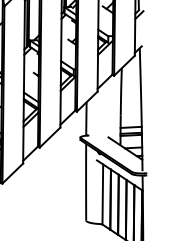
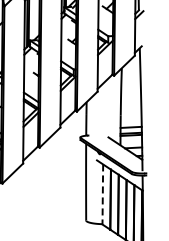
line at (102, 194): solid -> dashed
